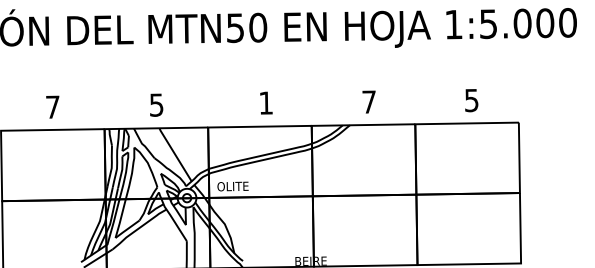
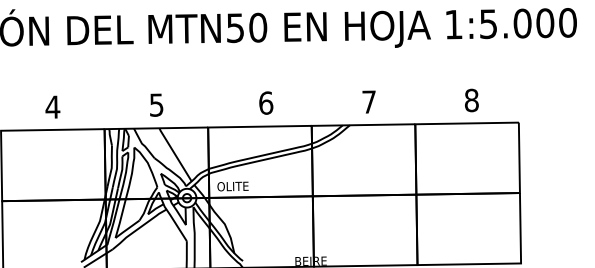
text at (471, 100): 5 -> 8
text at (266, 102): 1 -> 6
text at (52, 106): 7 -> 4
